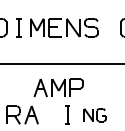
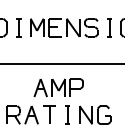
part at (109, 27): none -> present
part at (49, 114): none -> present
part at (94, 115) size: 24x15 px -> 33x20 px
